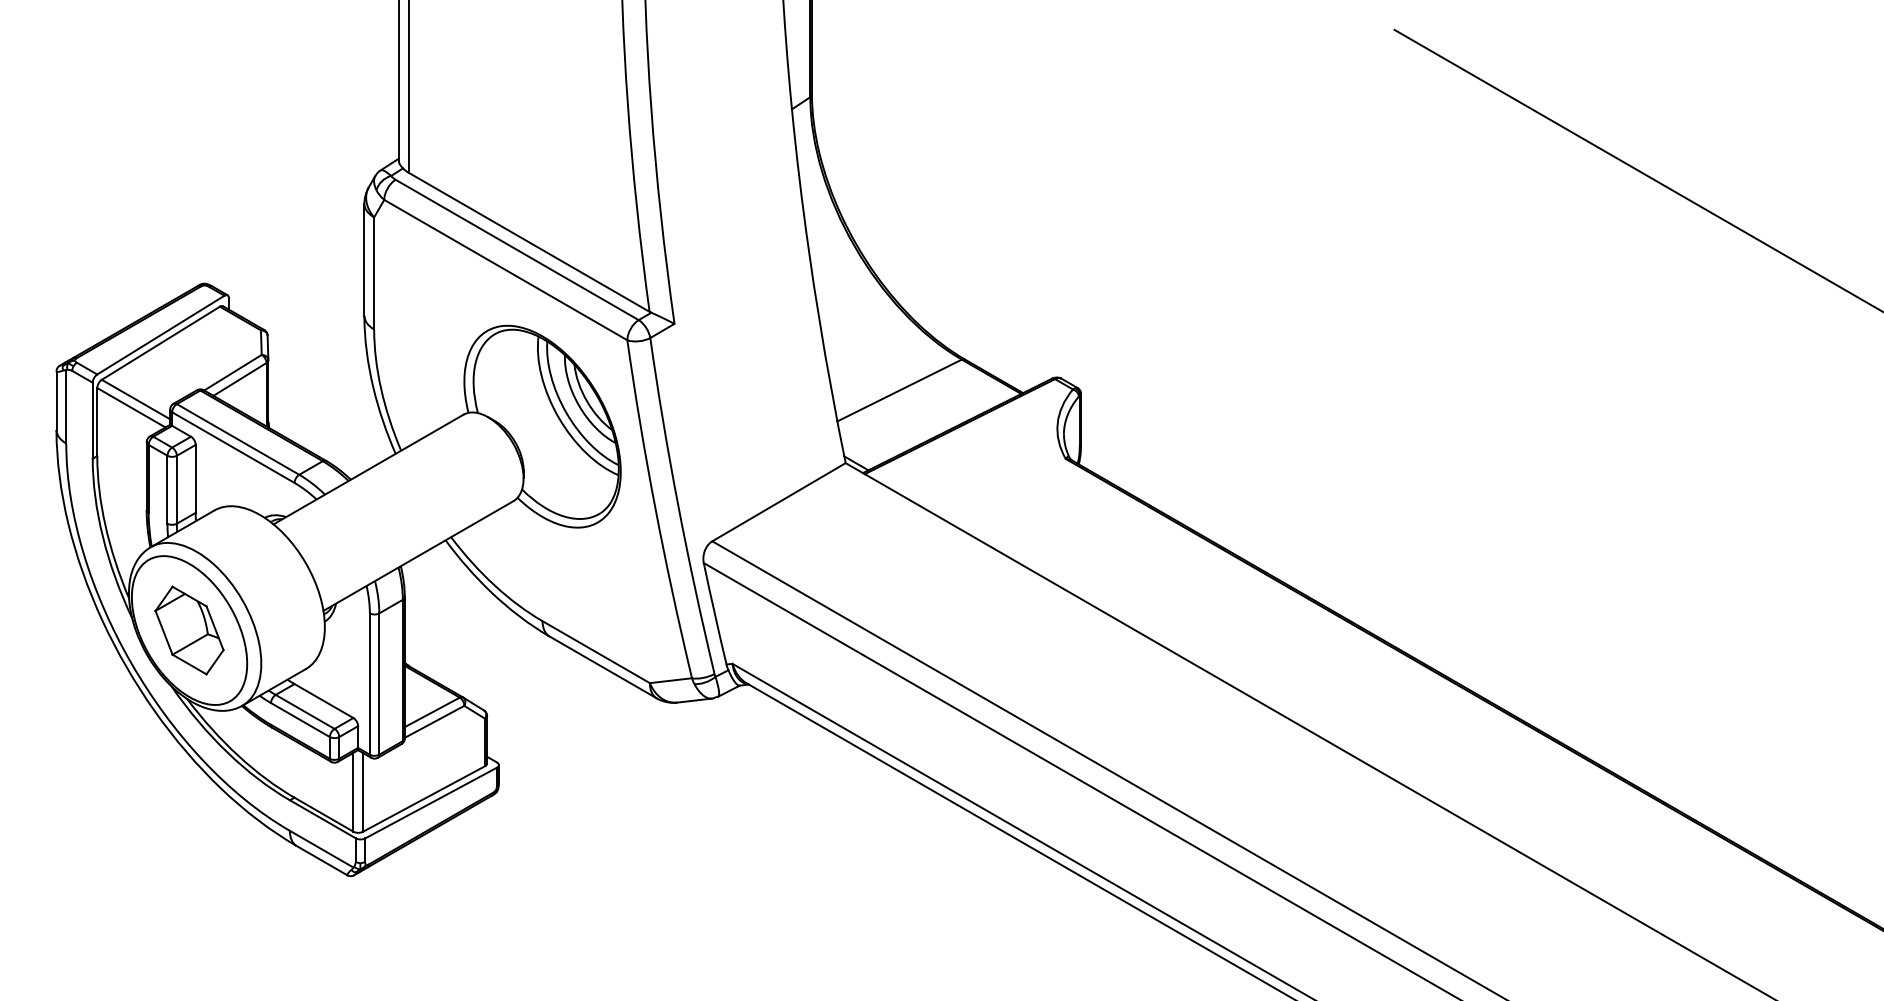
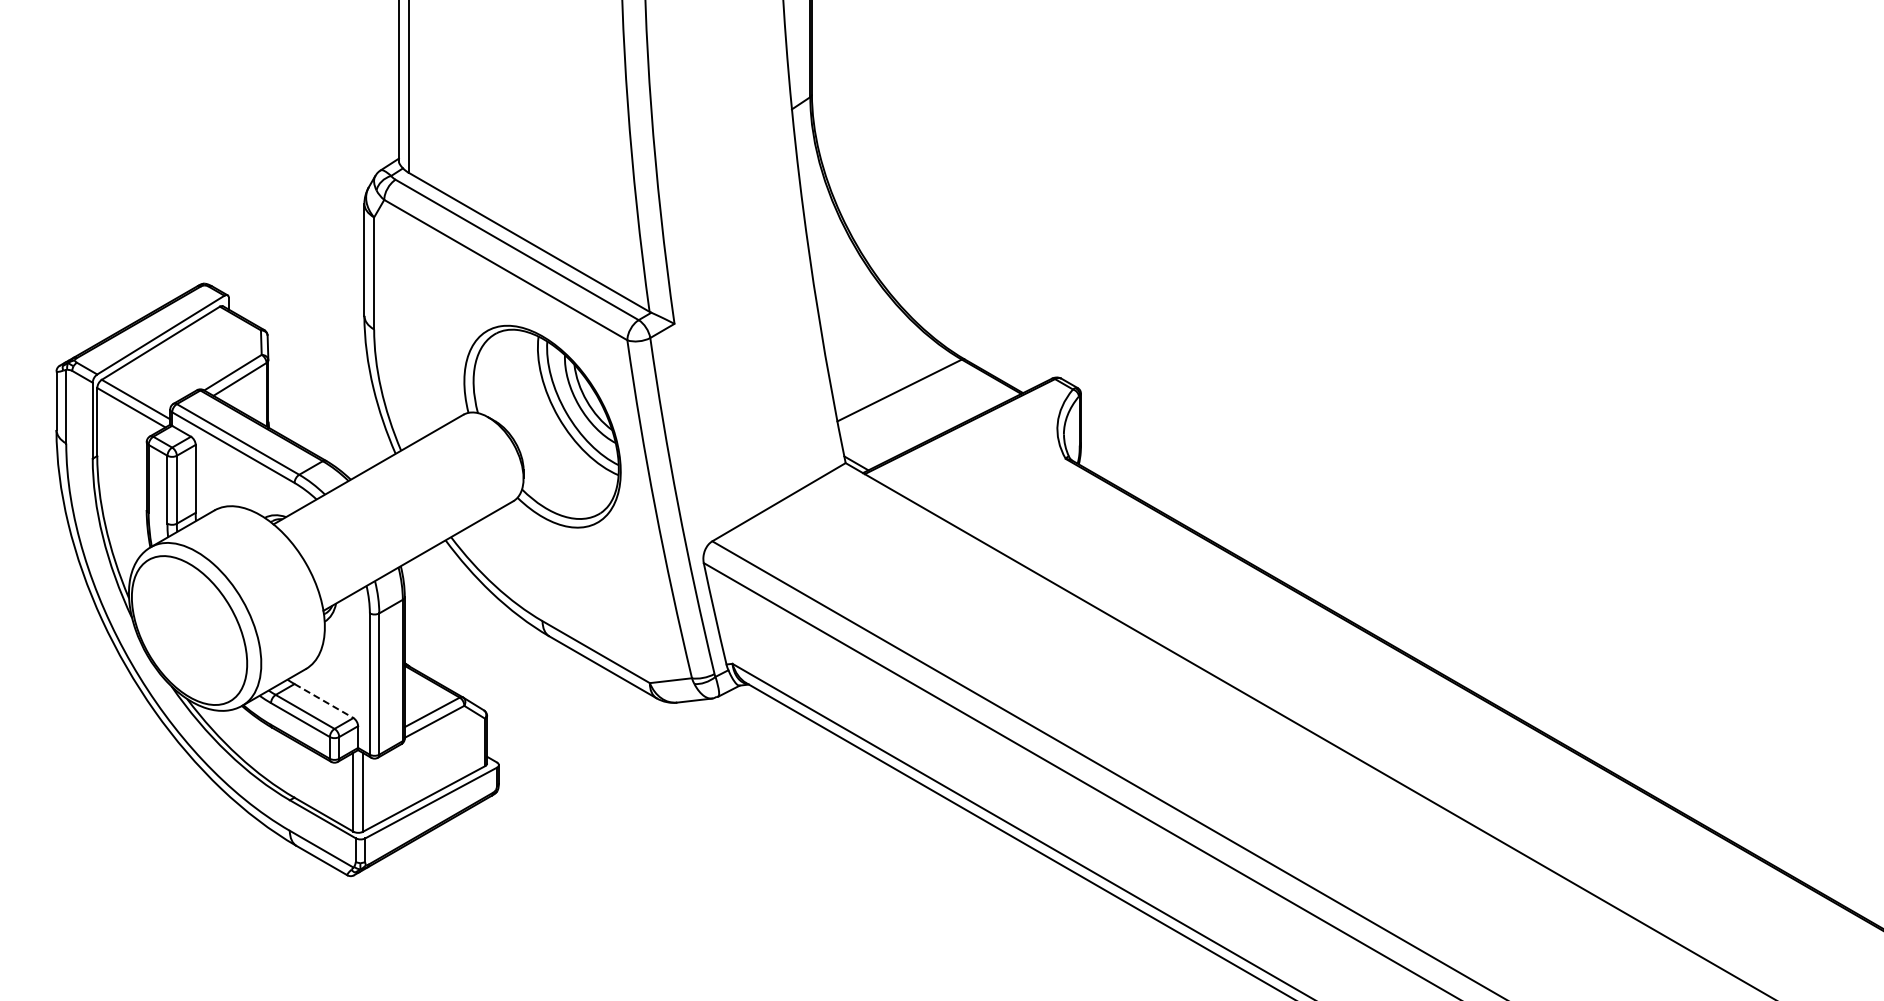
line at (1637, 169): present -> none
part at (189, 630): present -> none
line at (323, 701): solid -> dashed
